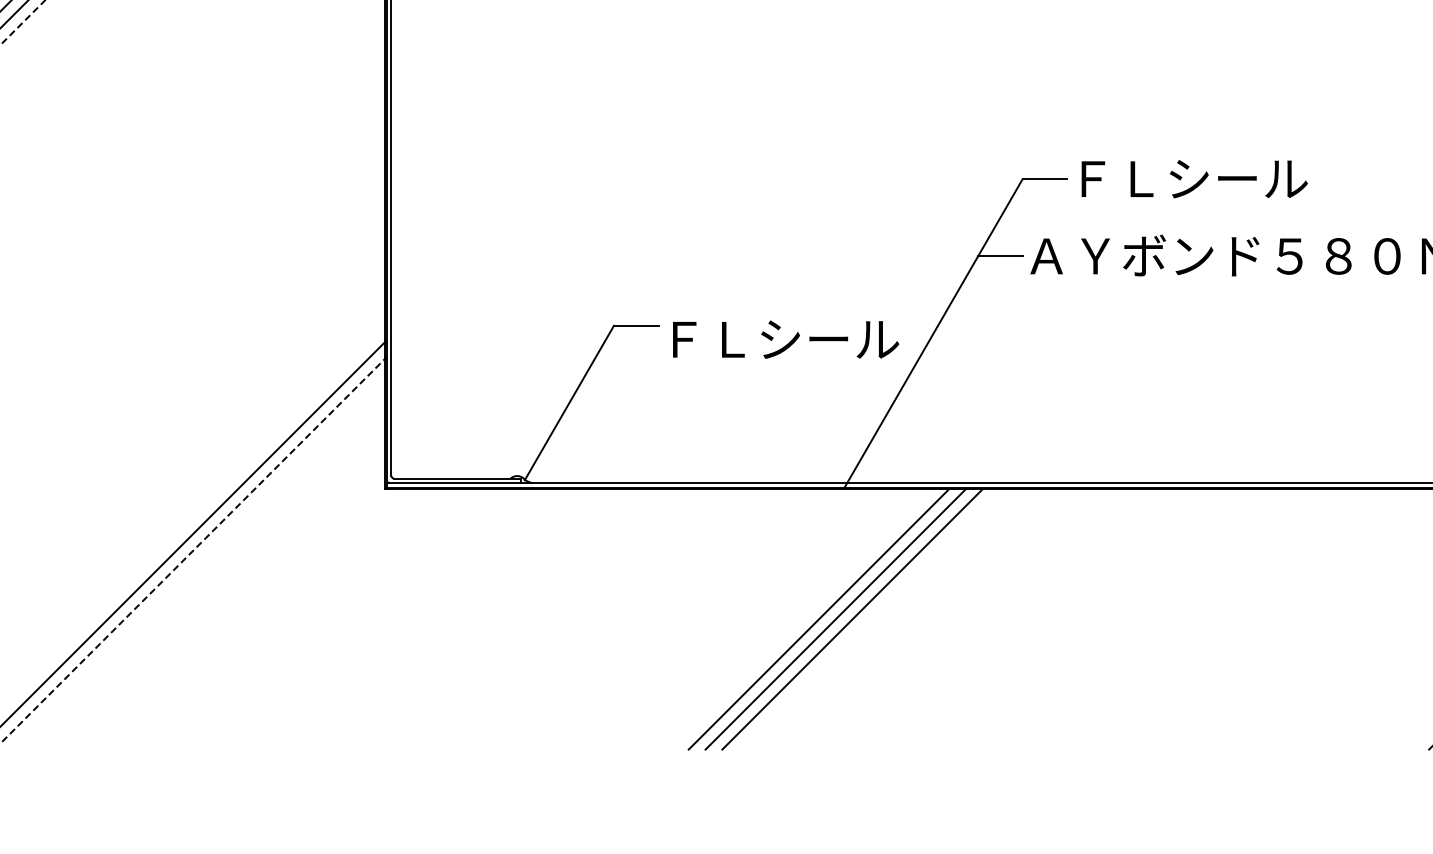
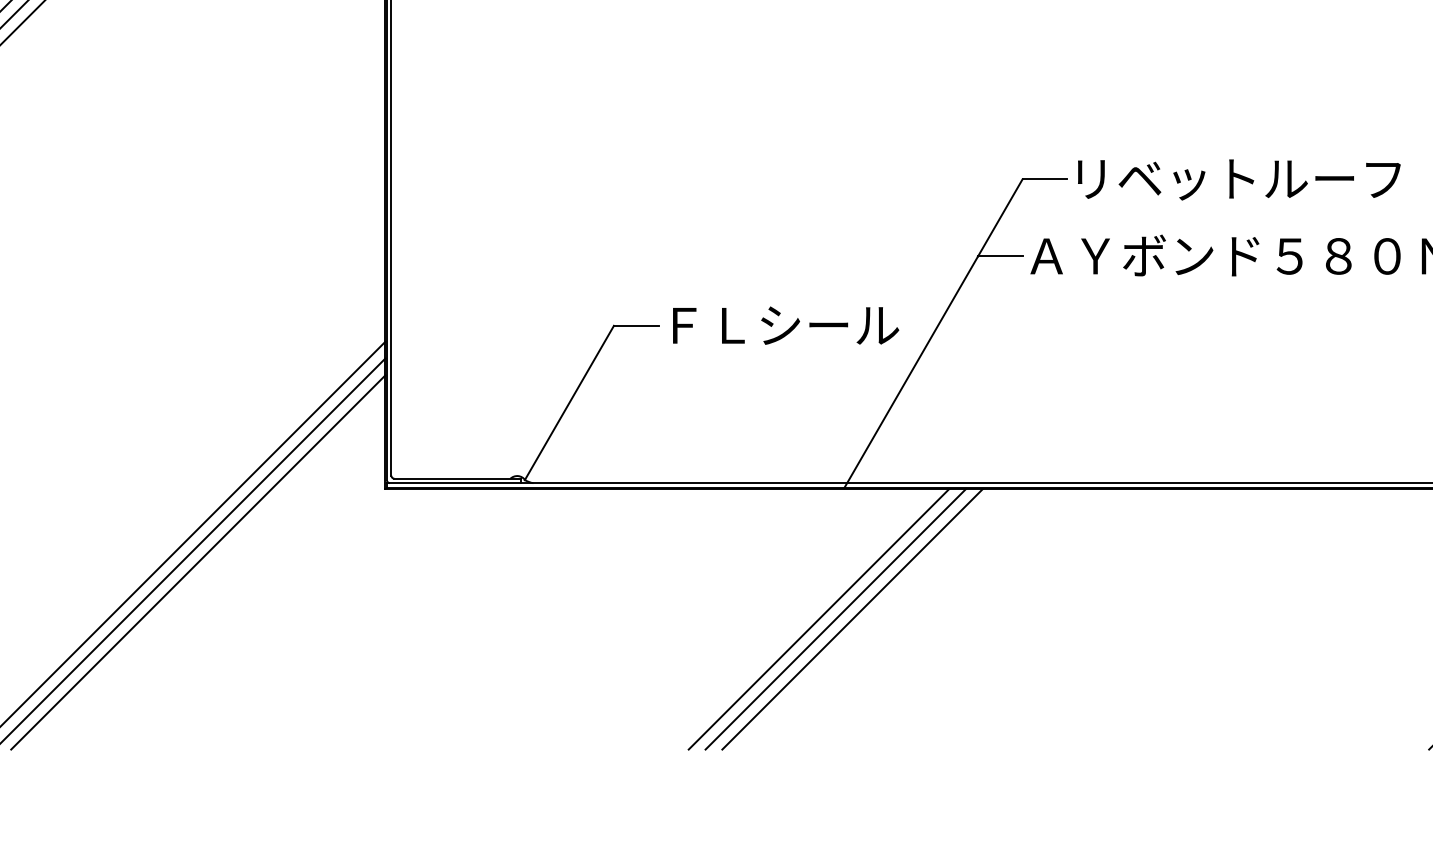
line at (23, 22): dashed -> solid
text at (1239, 179): ＦＬシール -> リベットルーフ
text at (786, 339) position: (786, 339) -> (786, 325)
line at (192, 551): dashed -> solid
line at (198, 562): none -> present
